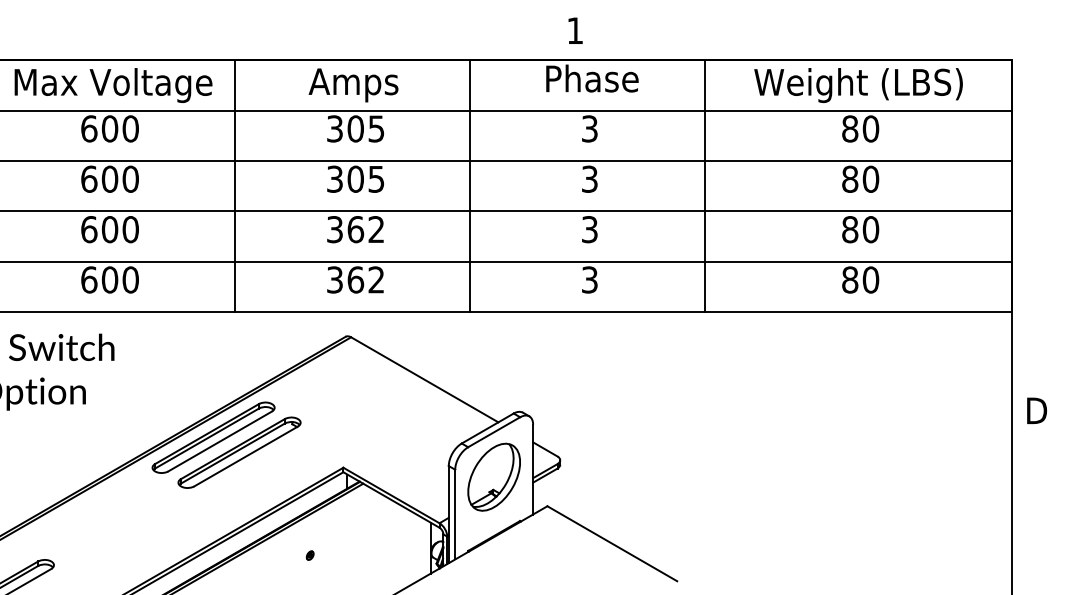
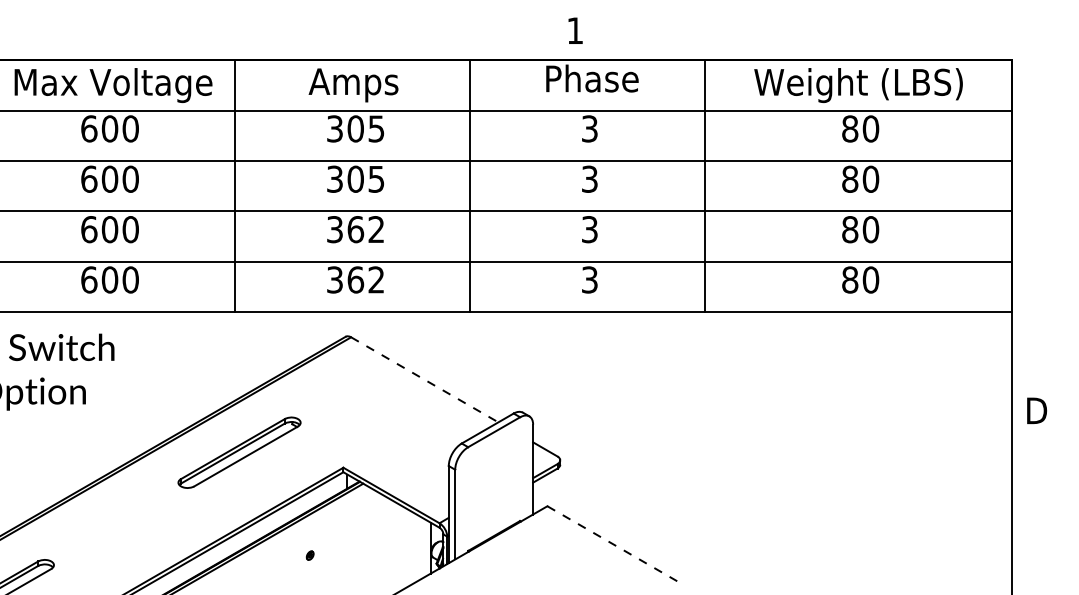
line at (425, 380): solid -> dashed
part at (213, 437): present -> none
part at (493, 476): present -> none
line at (612, 543): solid -> dashed
